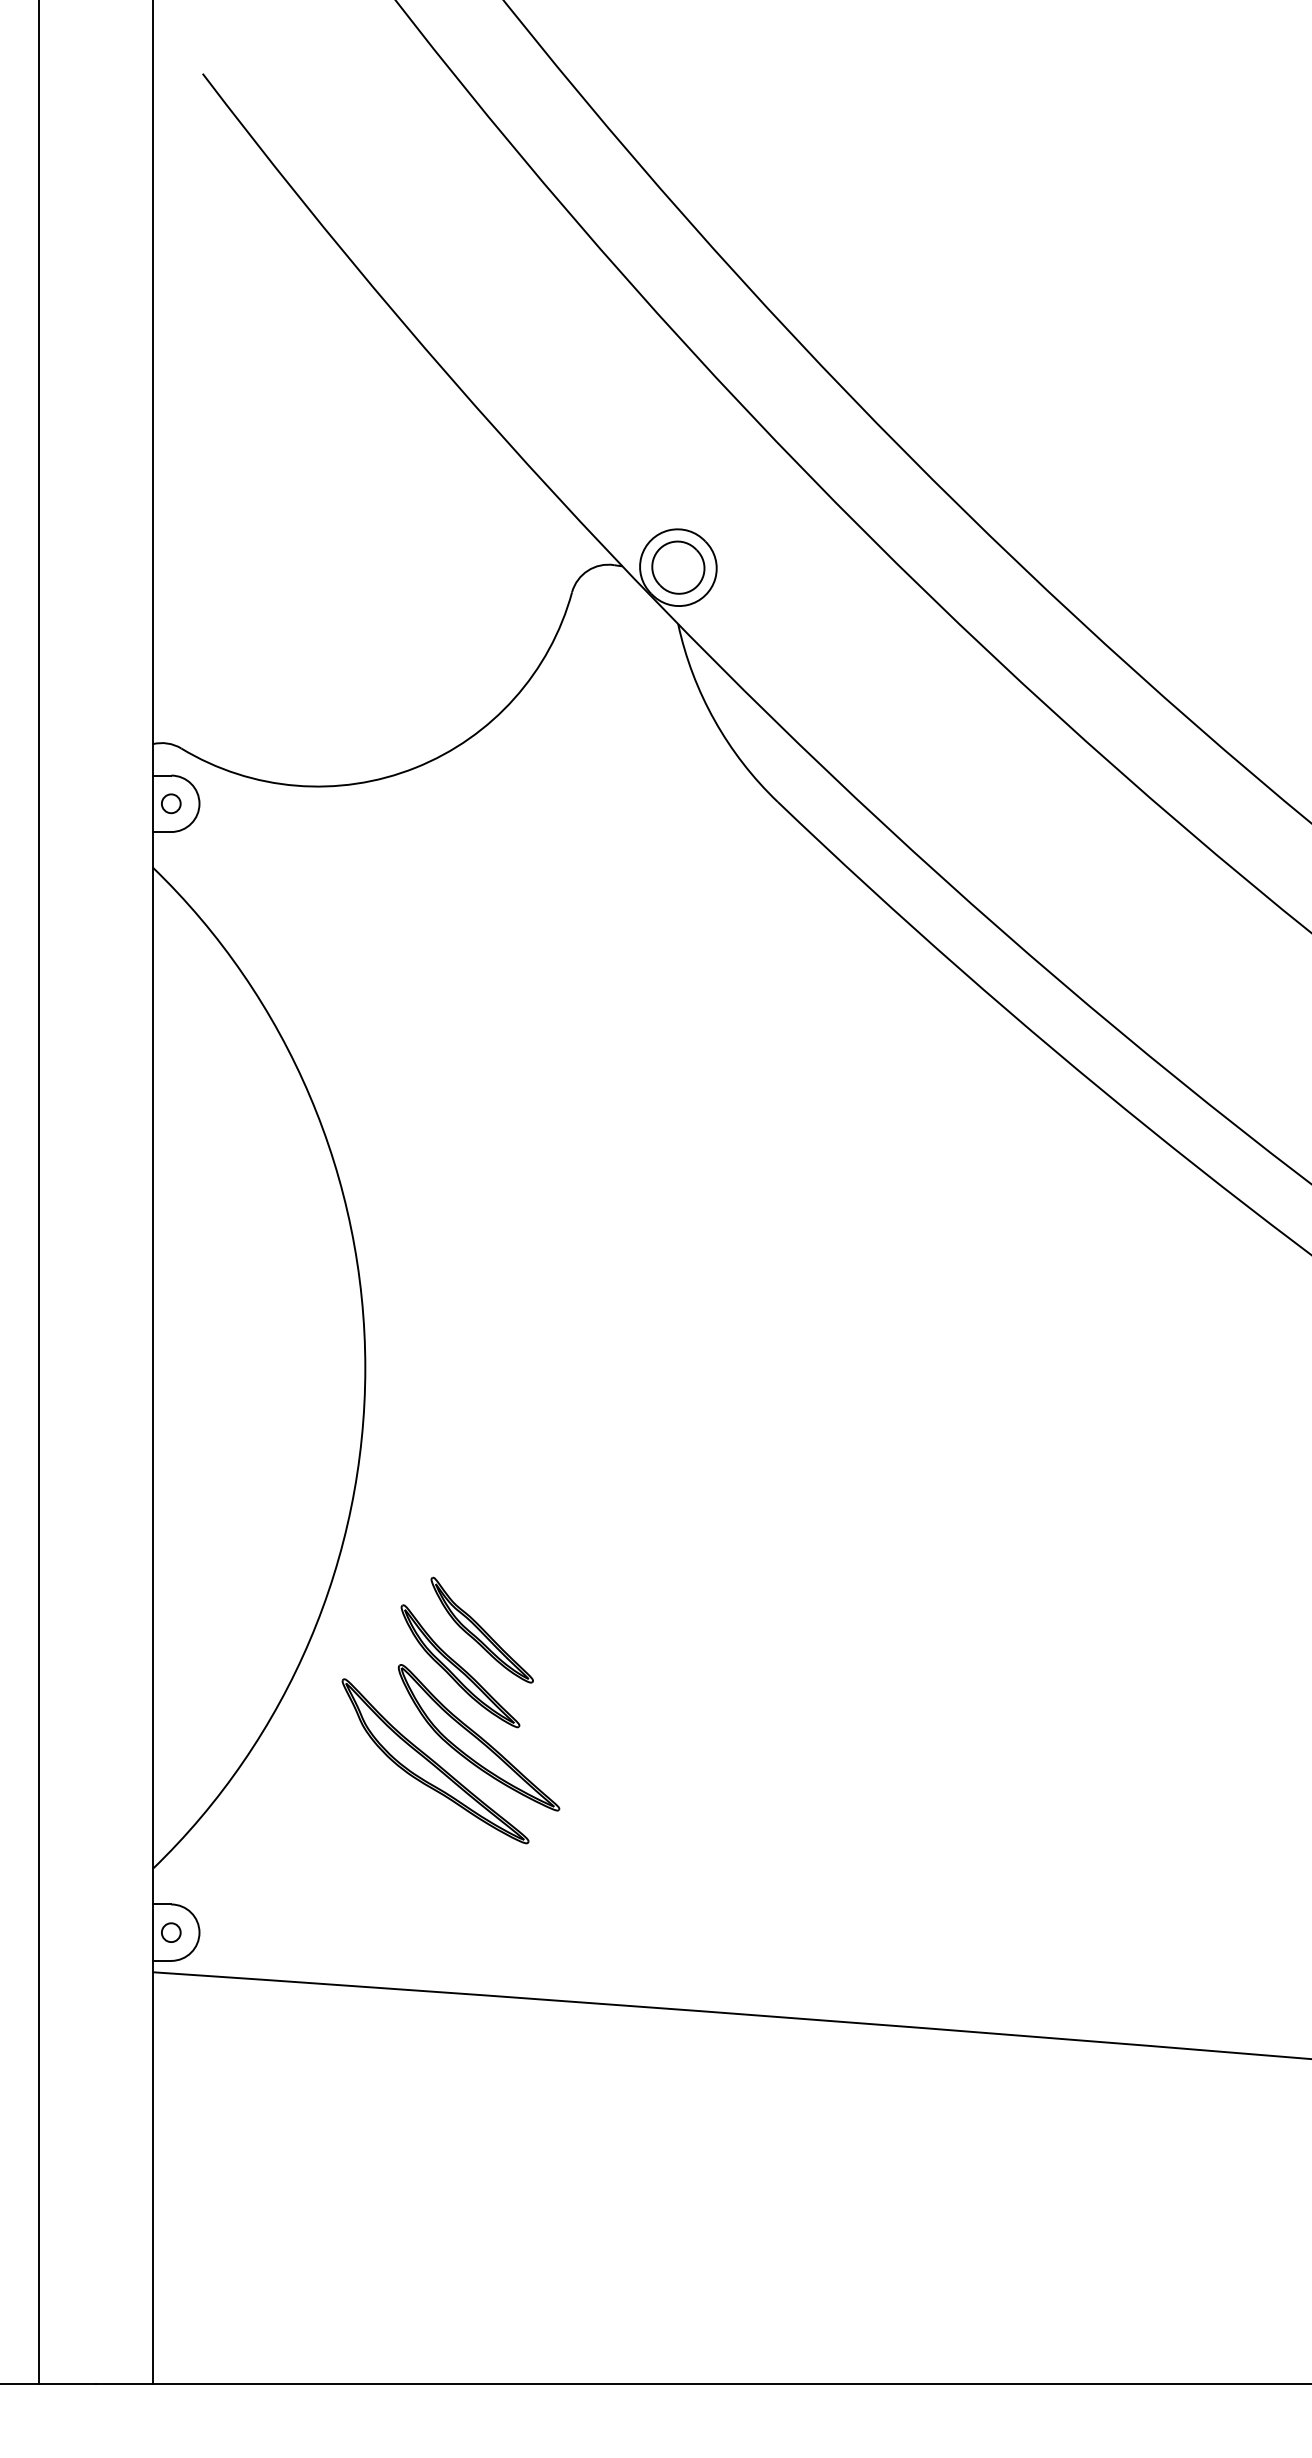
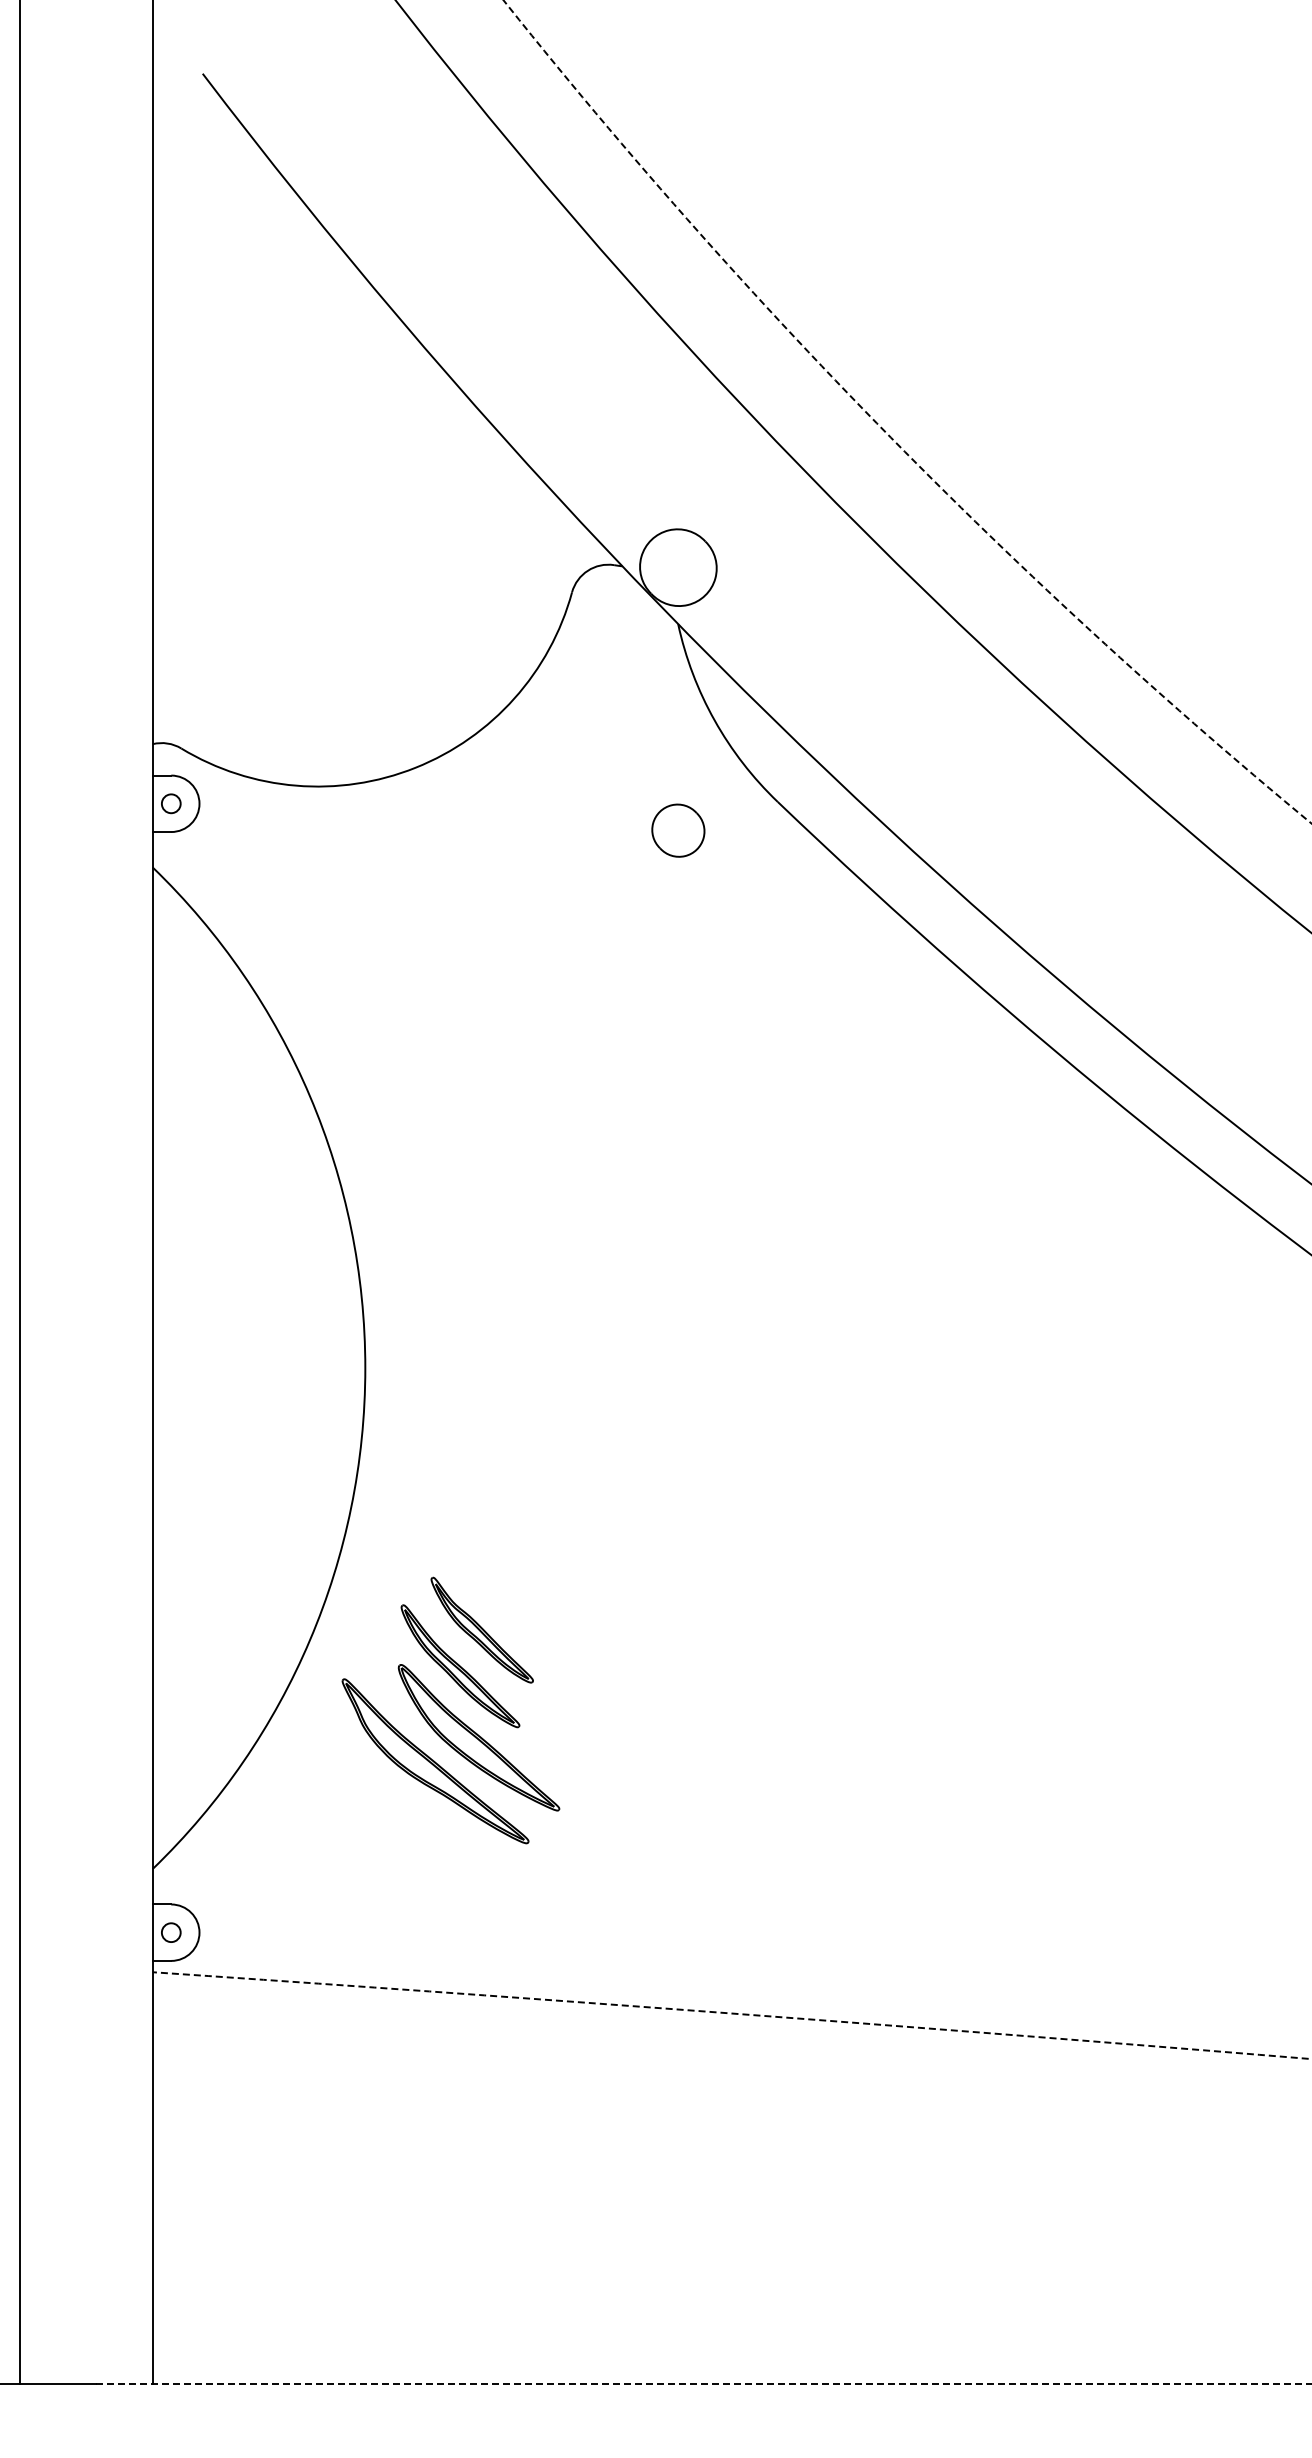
arc at (886, 432): solid -> dashed
part at (678, 567) position: (678, 567) -> (678, 830)
line at (39, 1193) position: (39, 1193) -> (20, 1193)
arc at (733, 2013): solid -> dashed
line at (704, 2384): solid -> dashed
